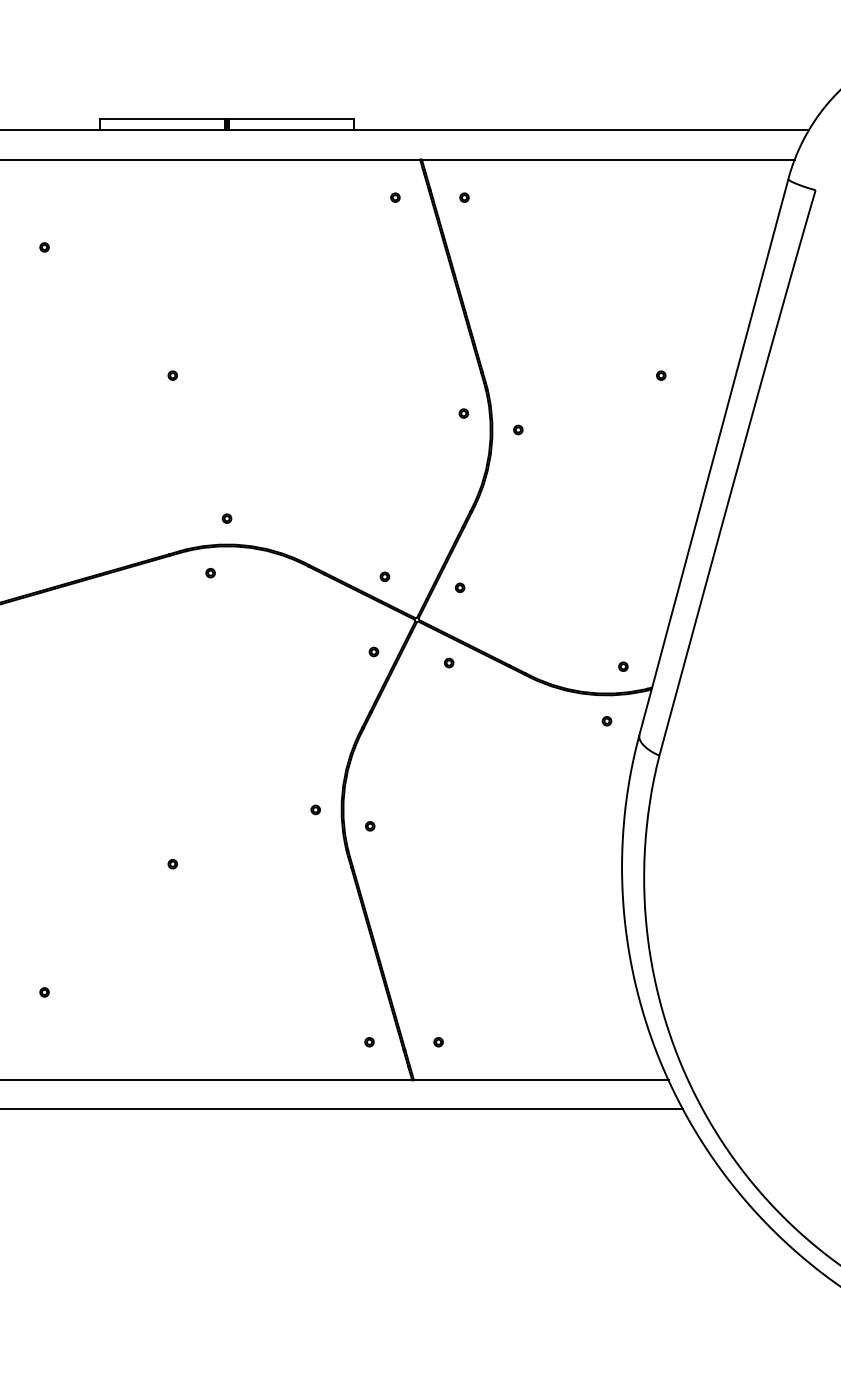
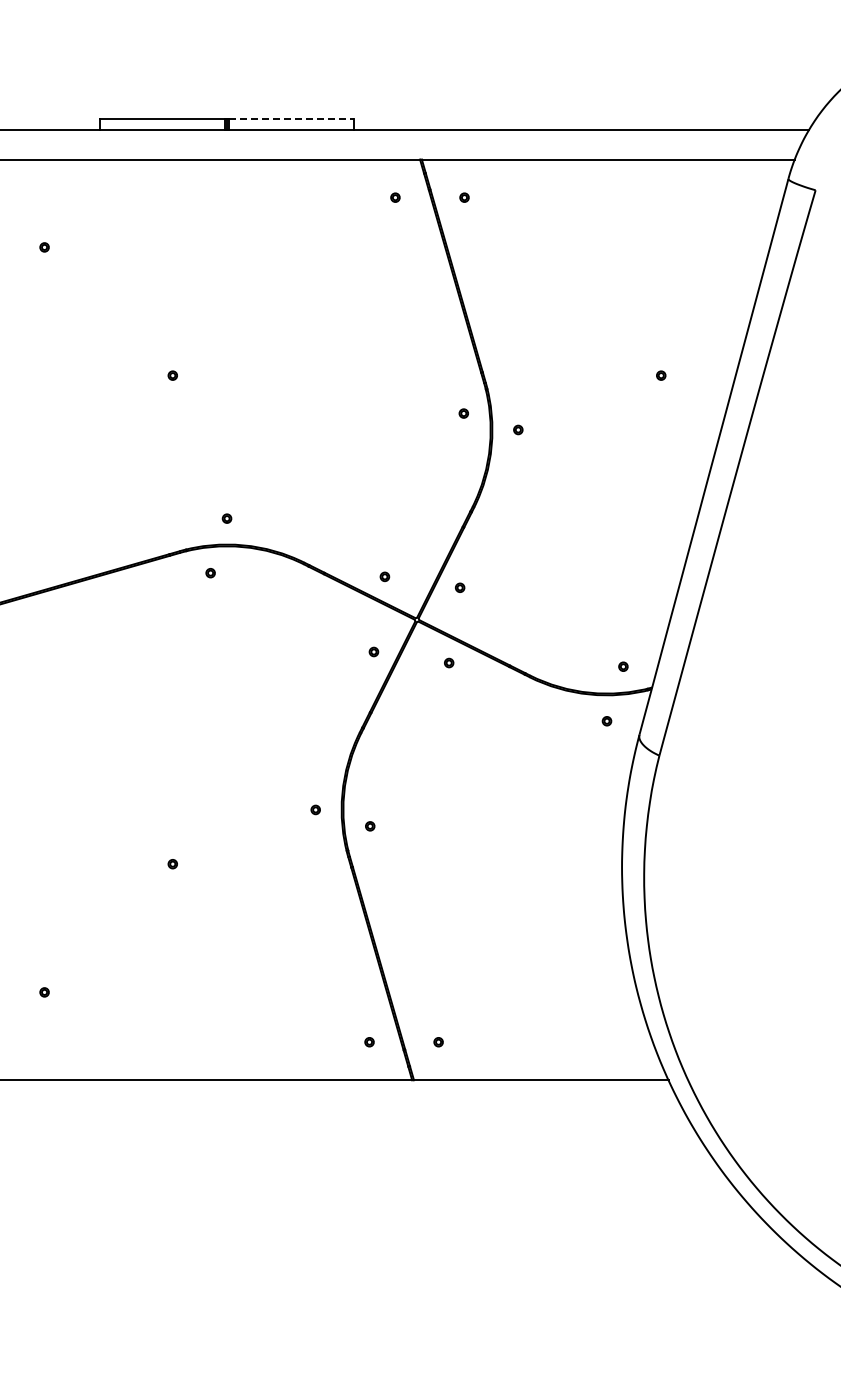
line at (291, 119): solid -> dashed
line at (342, 1109): present -> none
